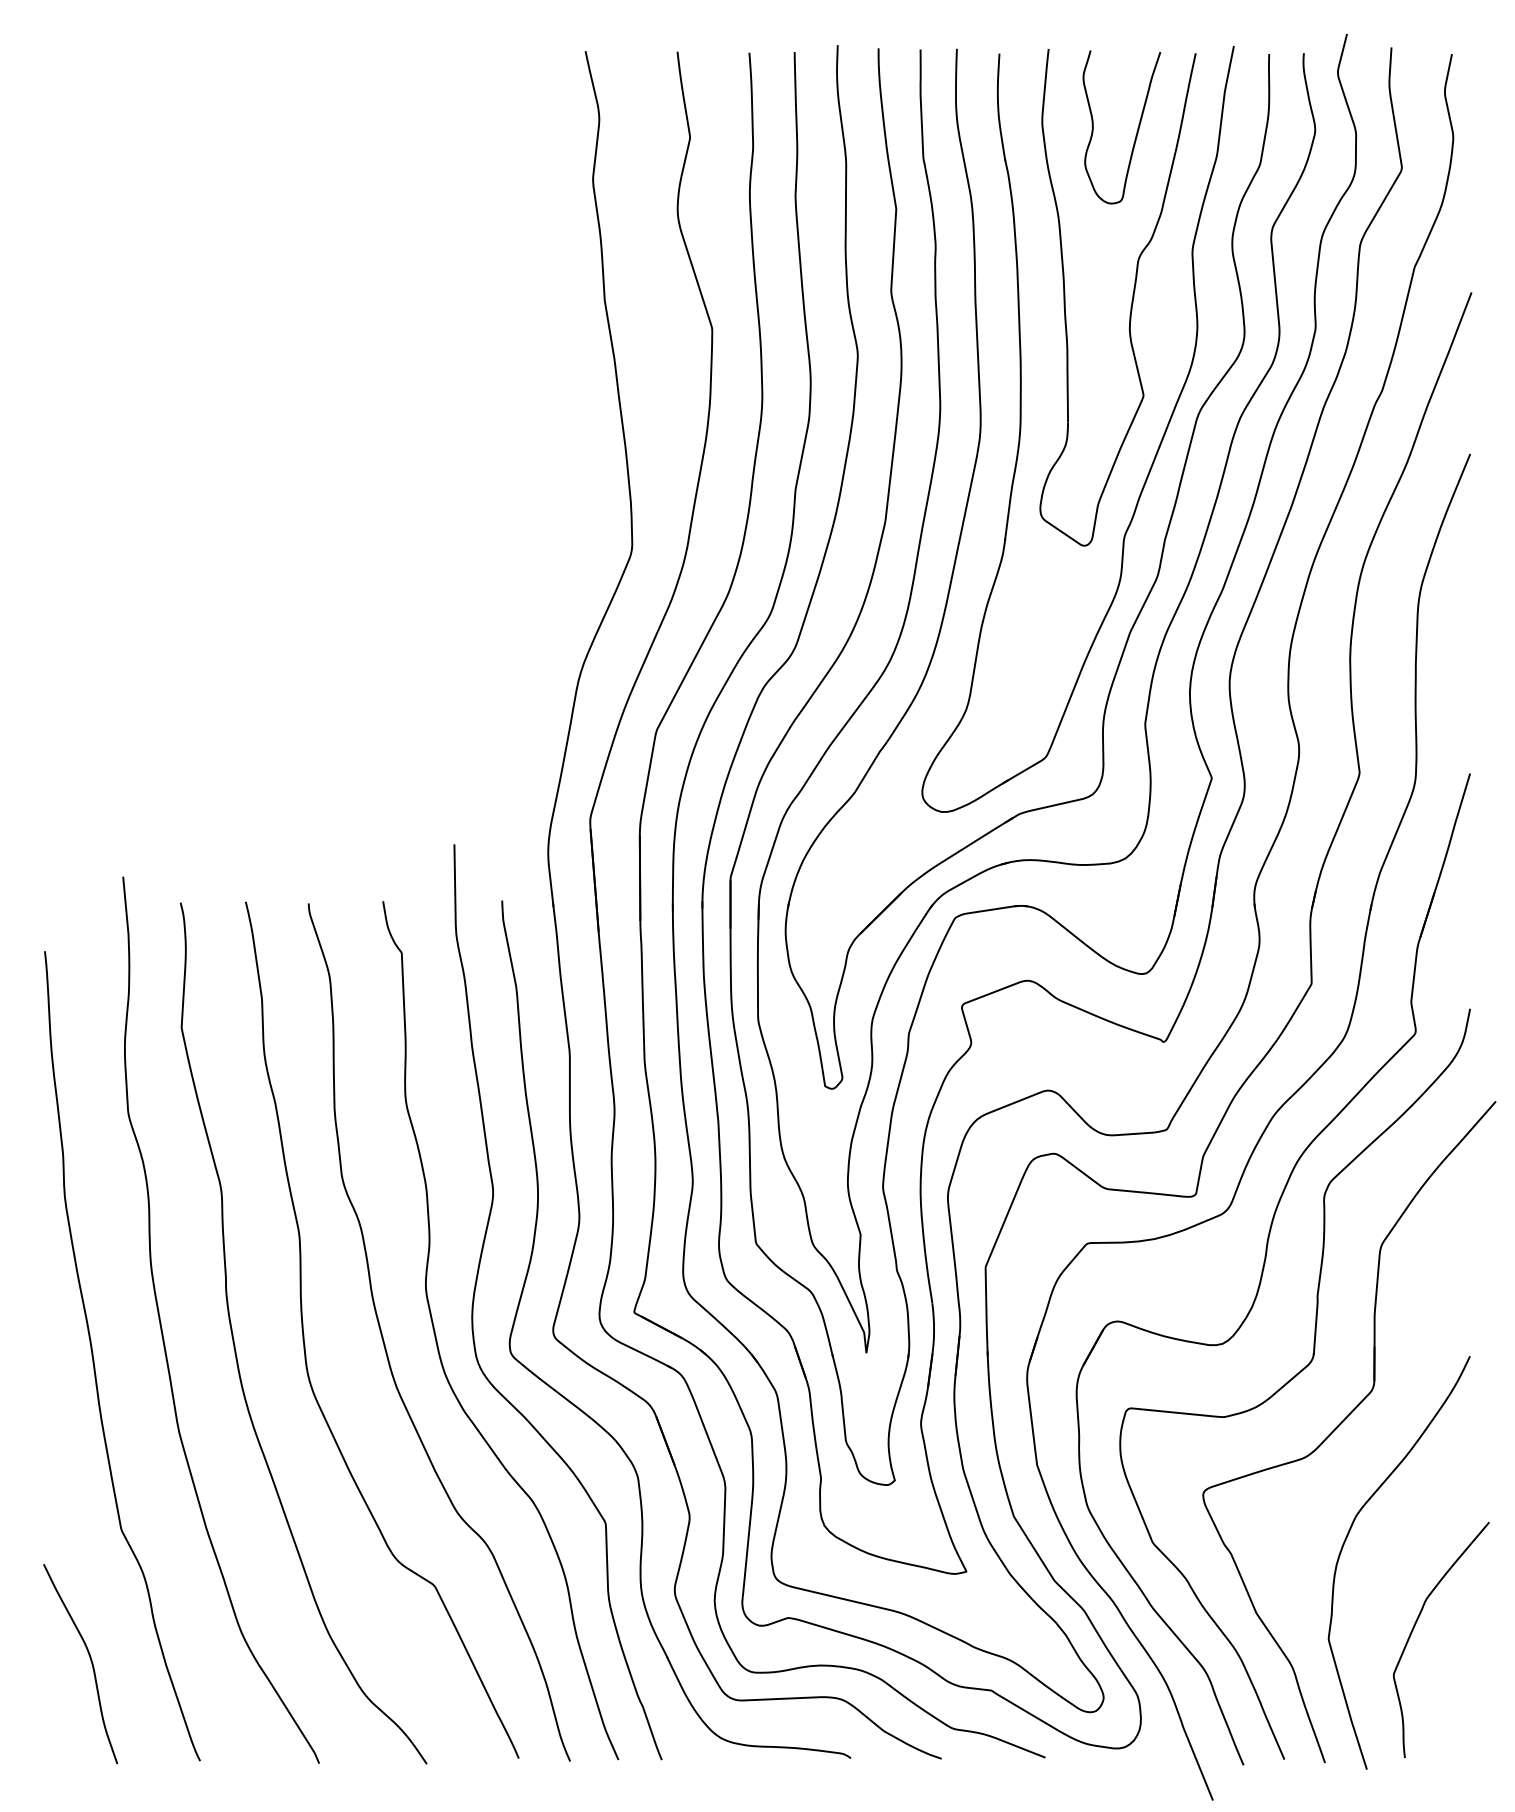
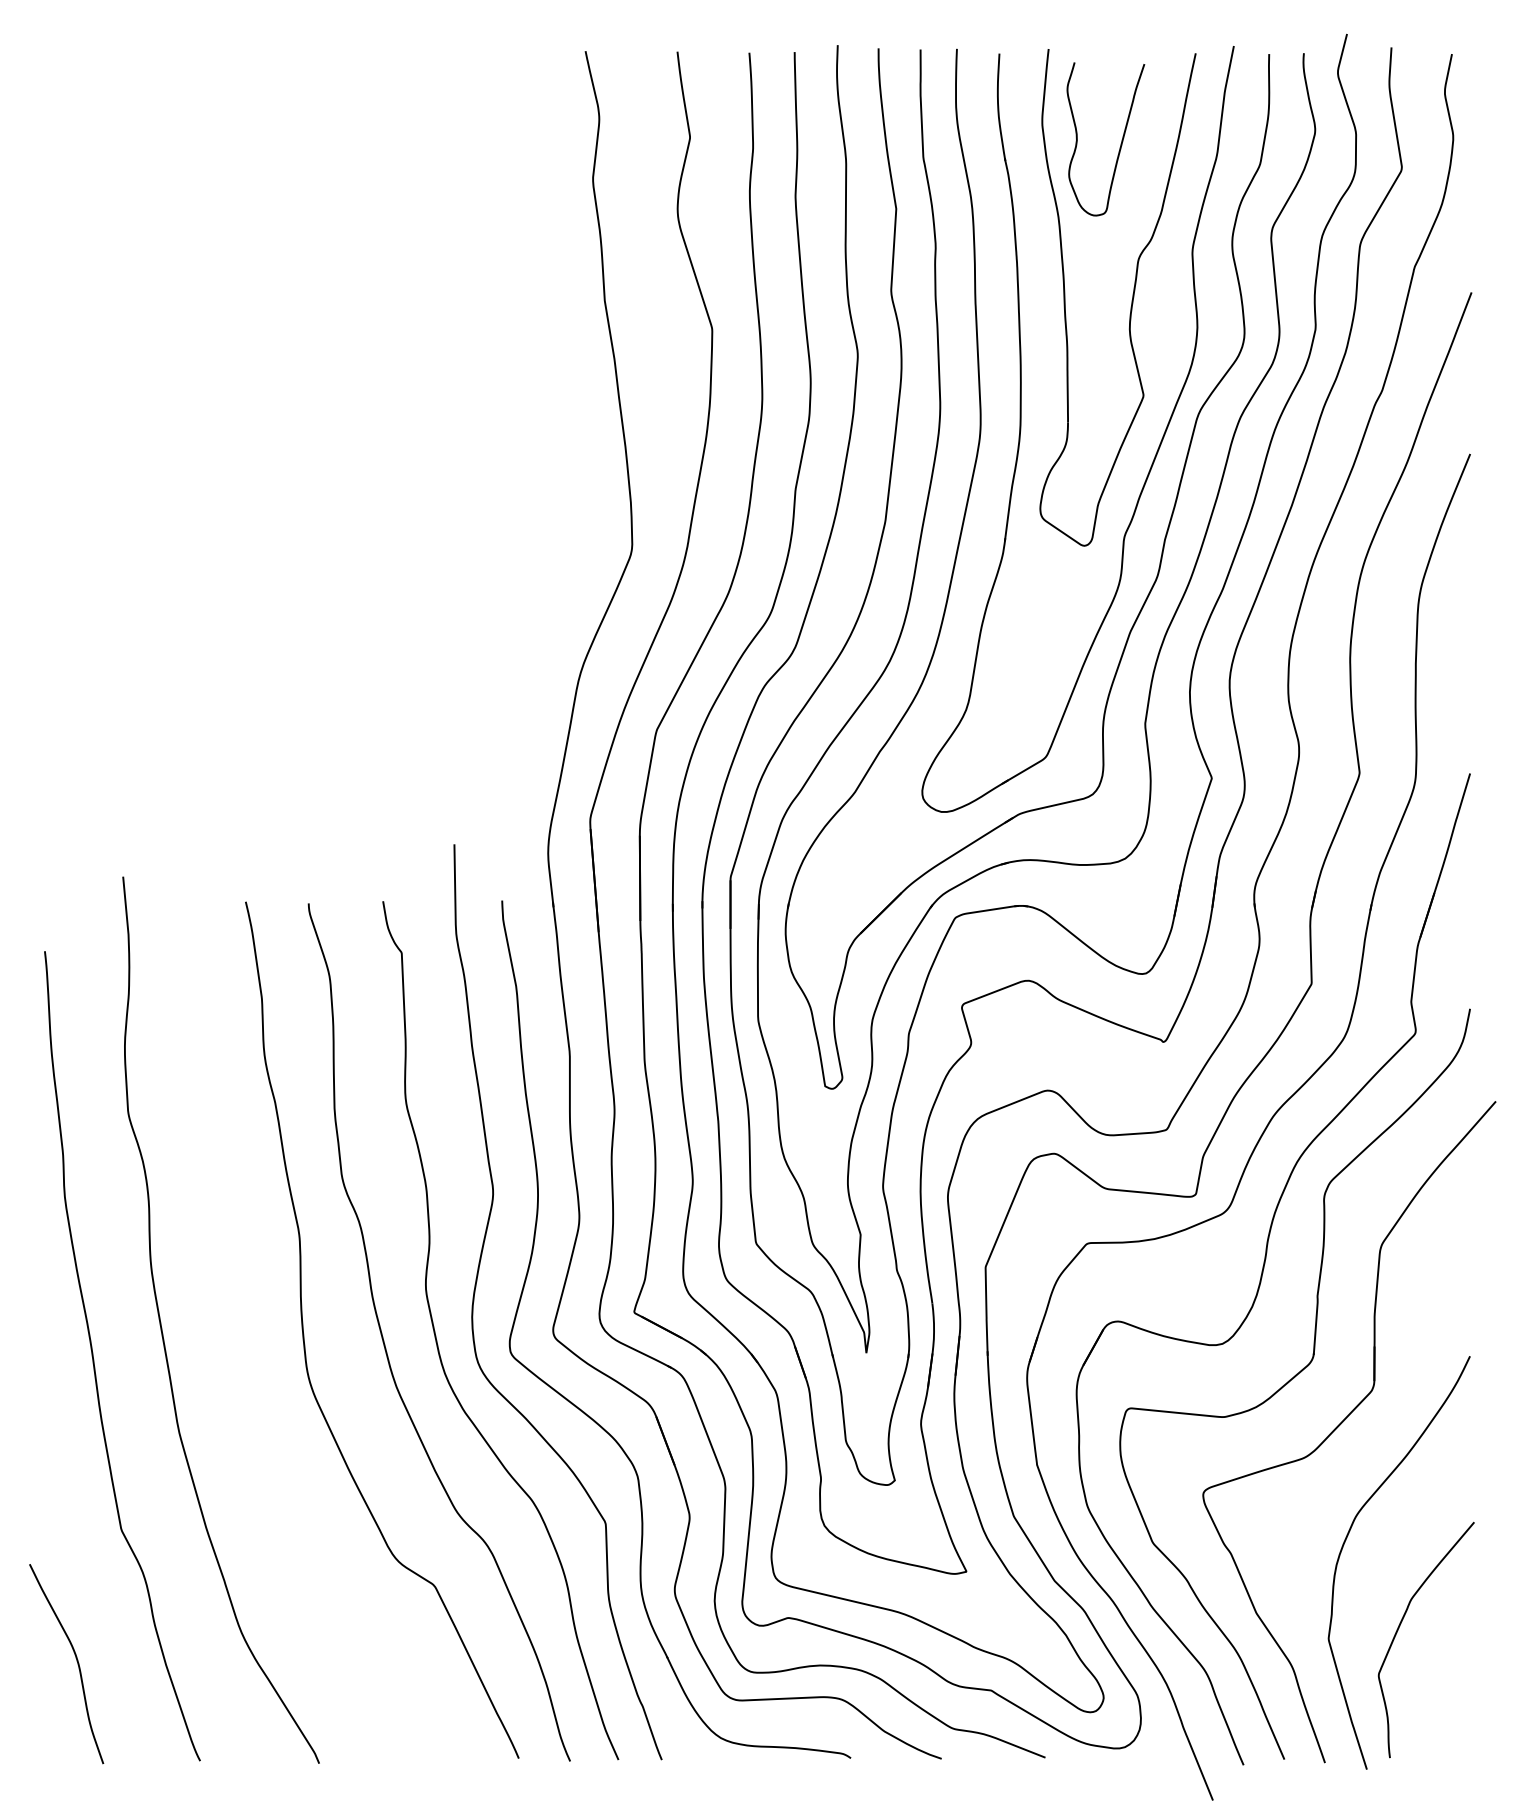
curve at (1136, 131) position: (1136, 131) -> (1120, 143)
curve at (235, 1345): present -> none
curve at (1415, 1626) position: (1415, 1626) -> (1400, 1626)
curve at (90, 1661) position: (90, 1661) -> (76, 1661)
